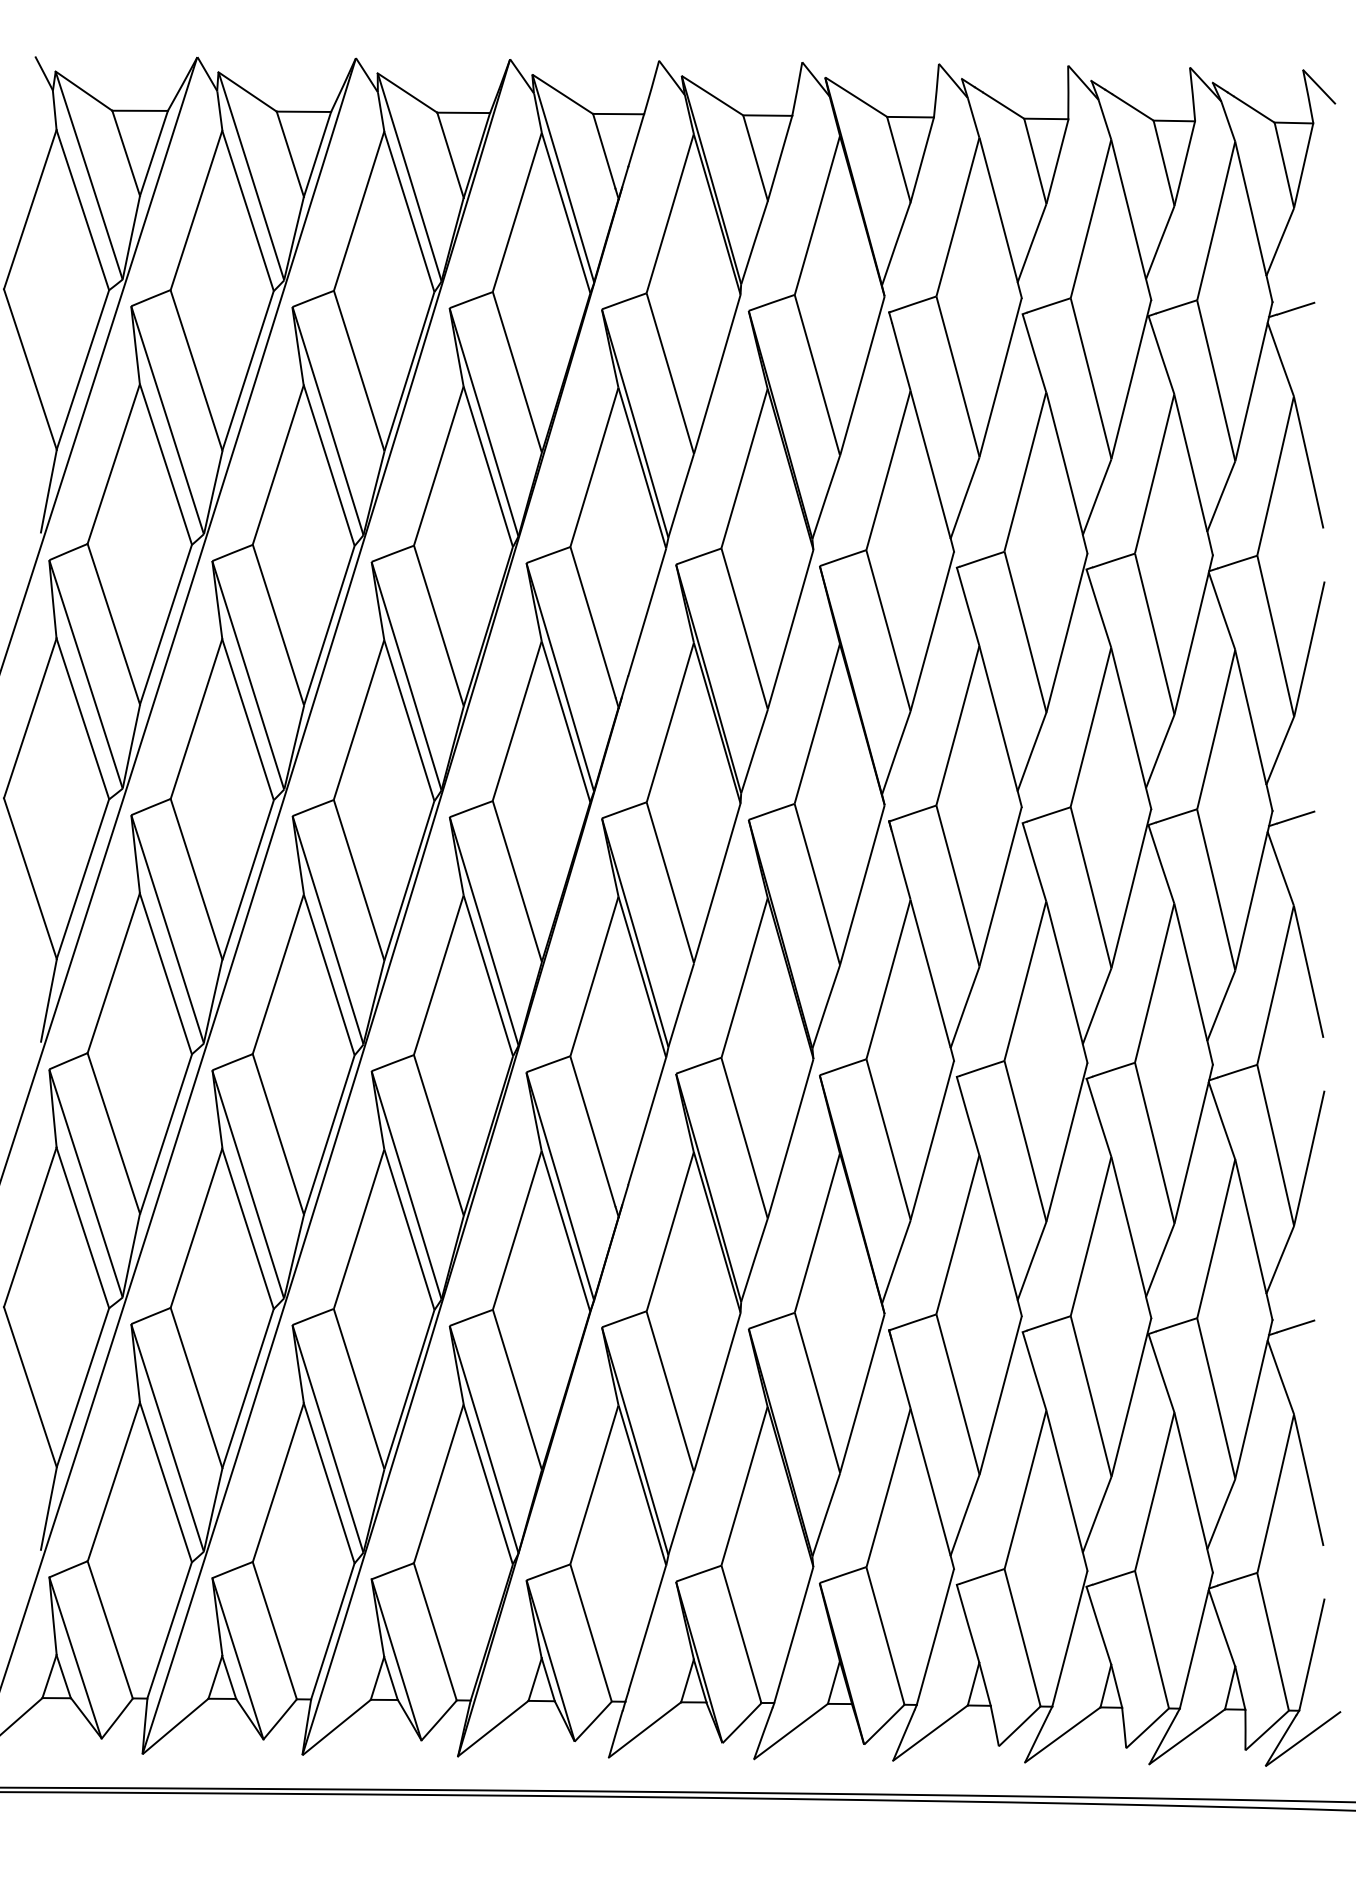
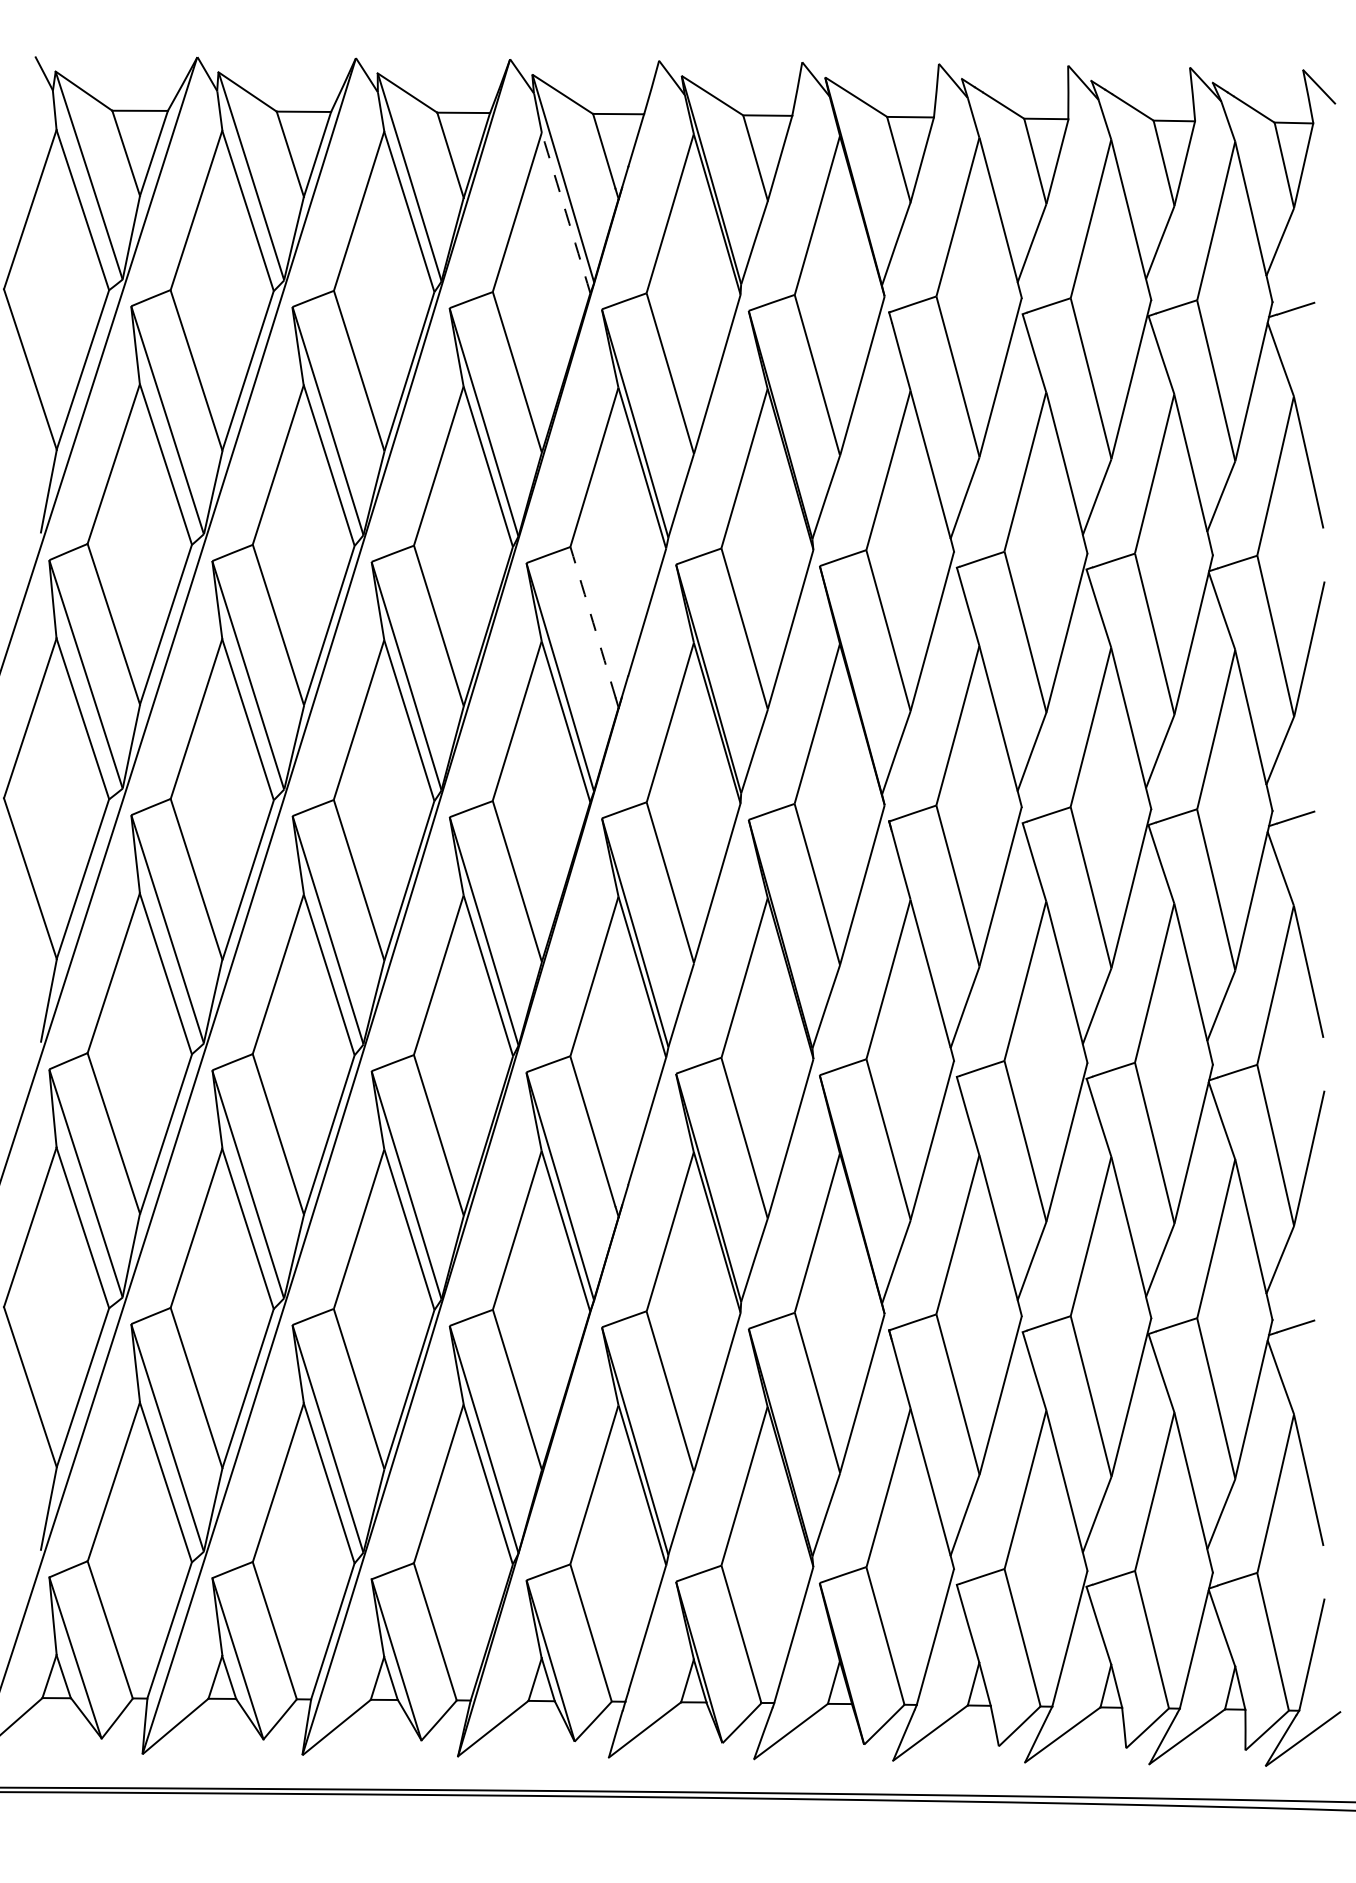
arc at (566, 213): solid -> dashed
arc at (593, 622): solid -> dashed
